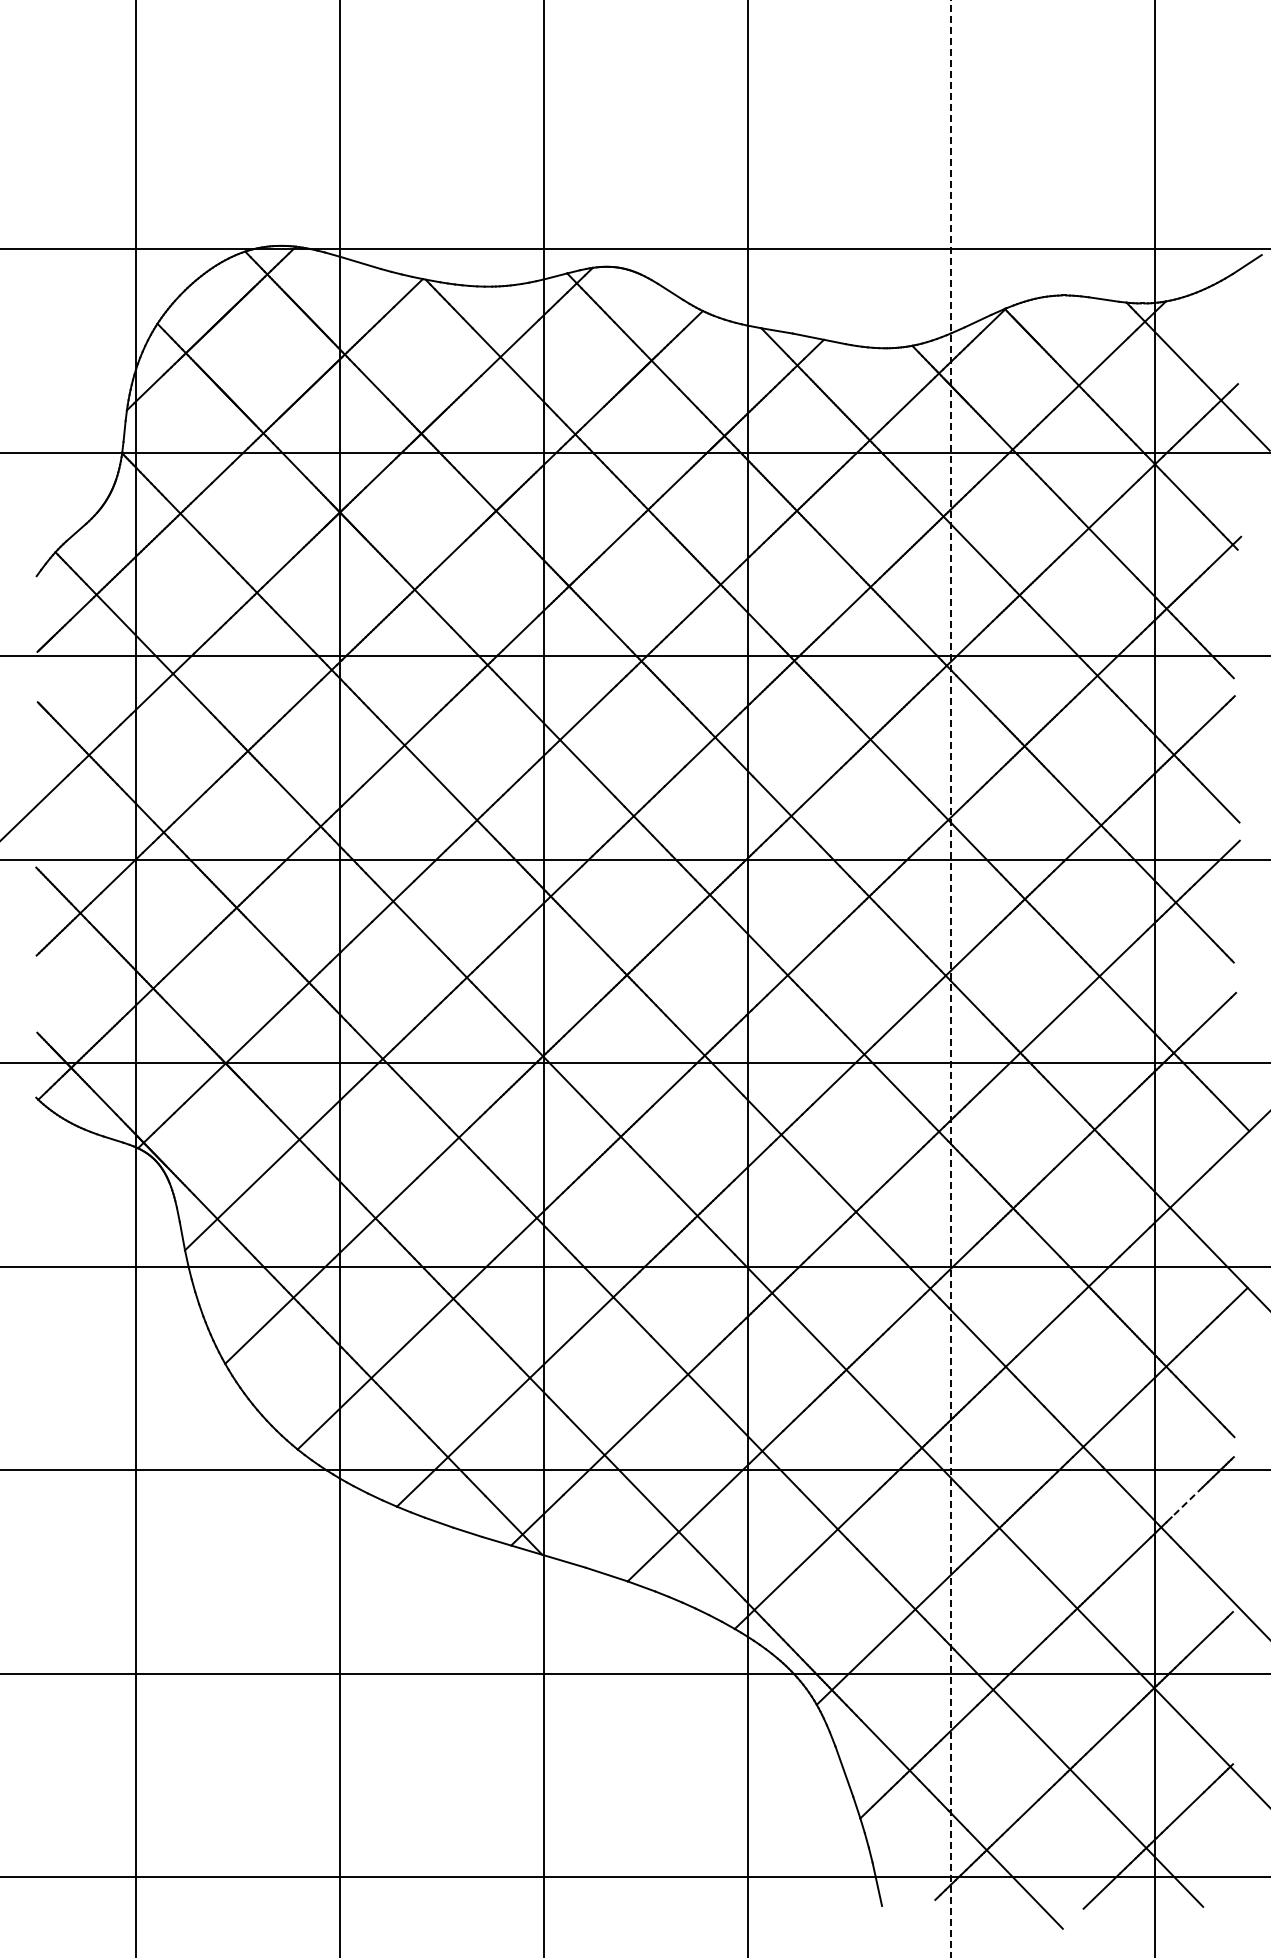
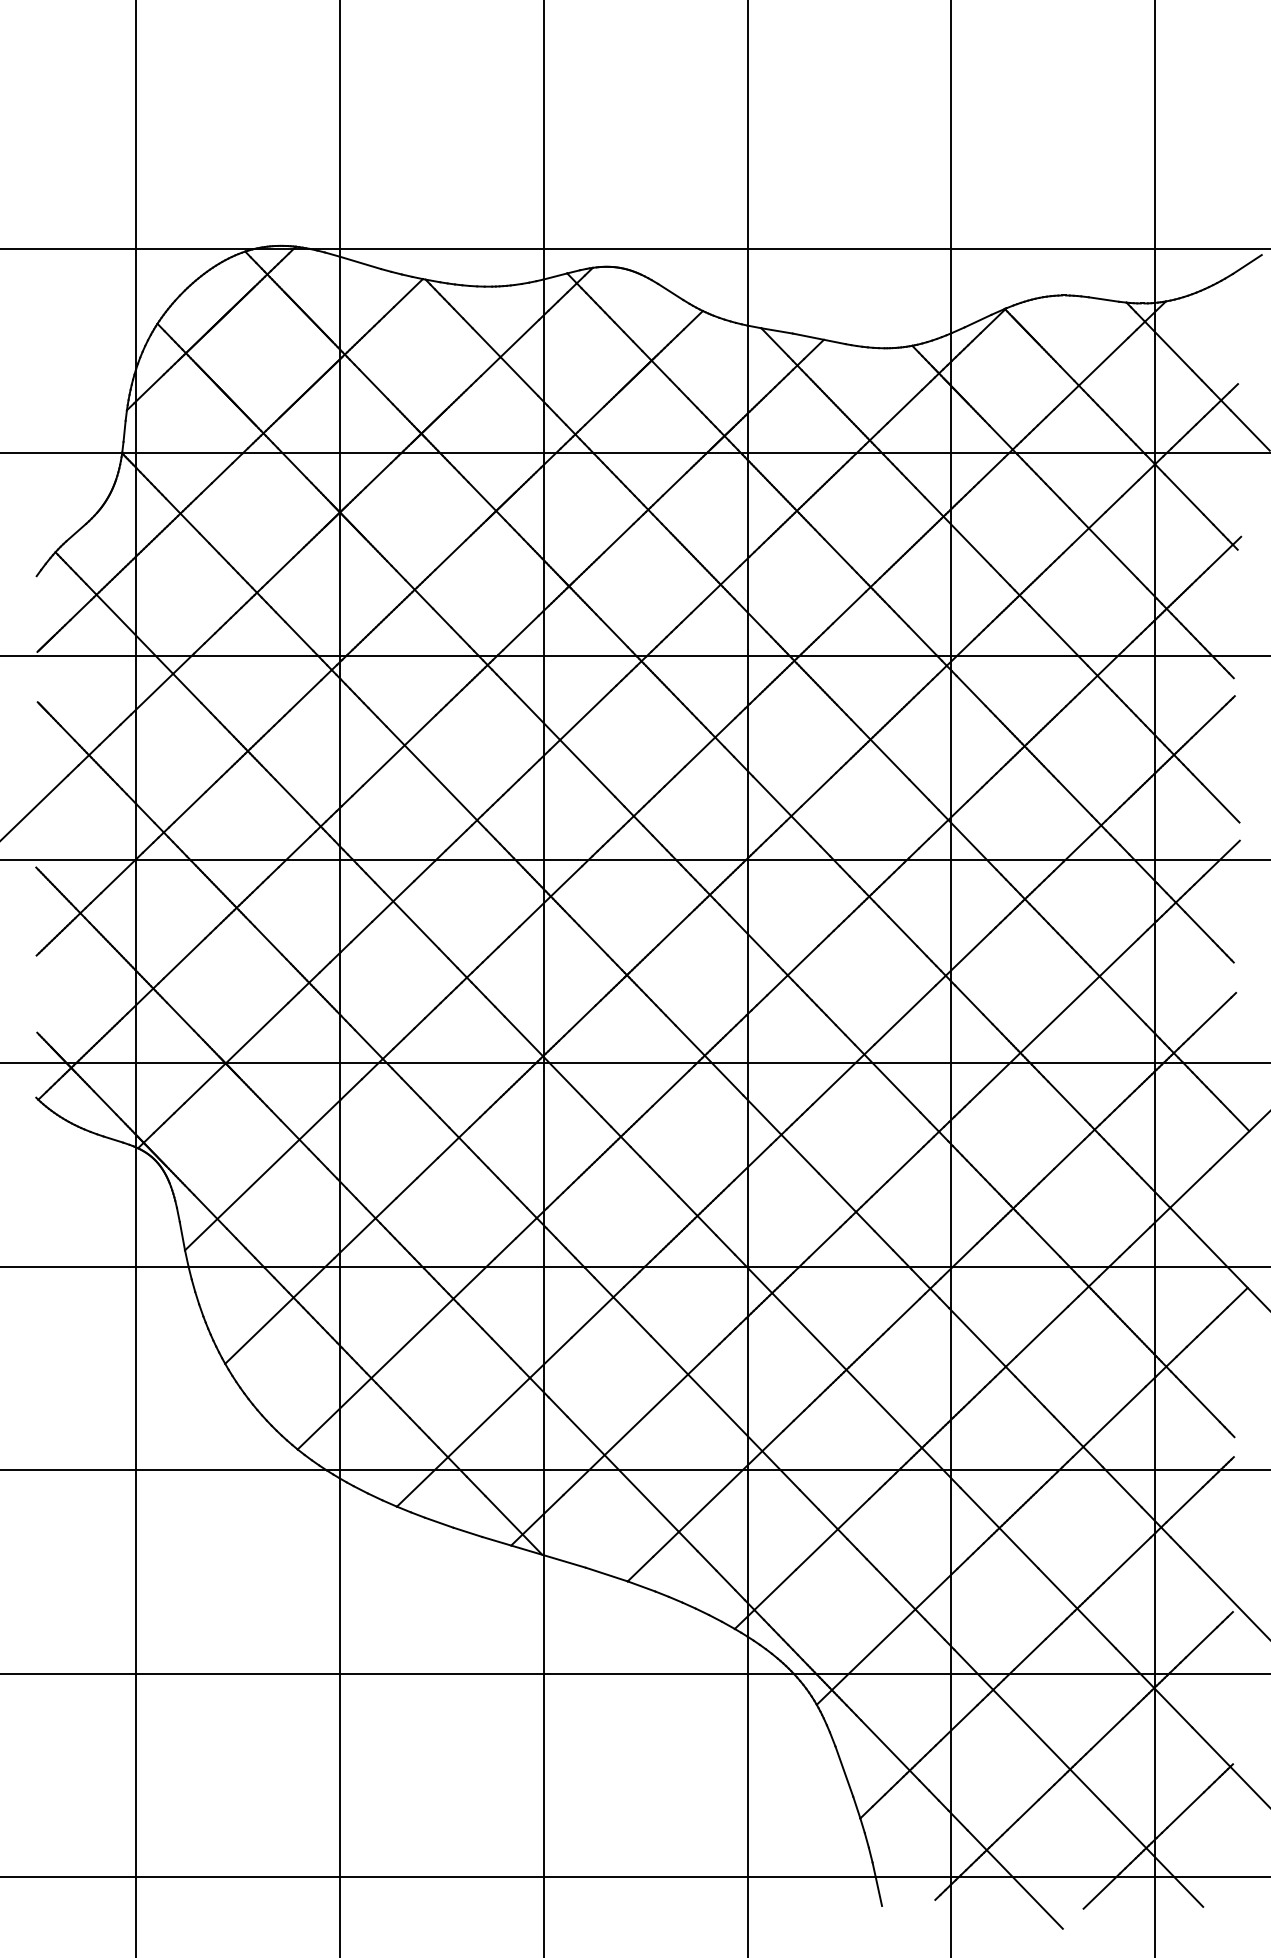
line at (951, 979): dashed -> solid
line at (1187, 1502): dashed -> solid
